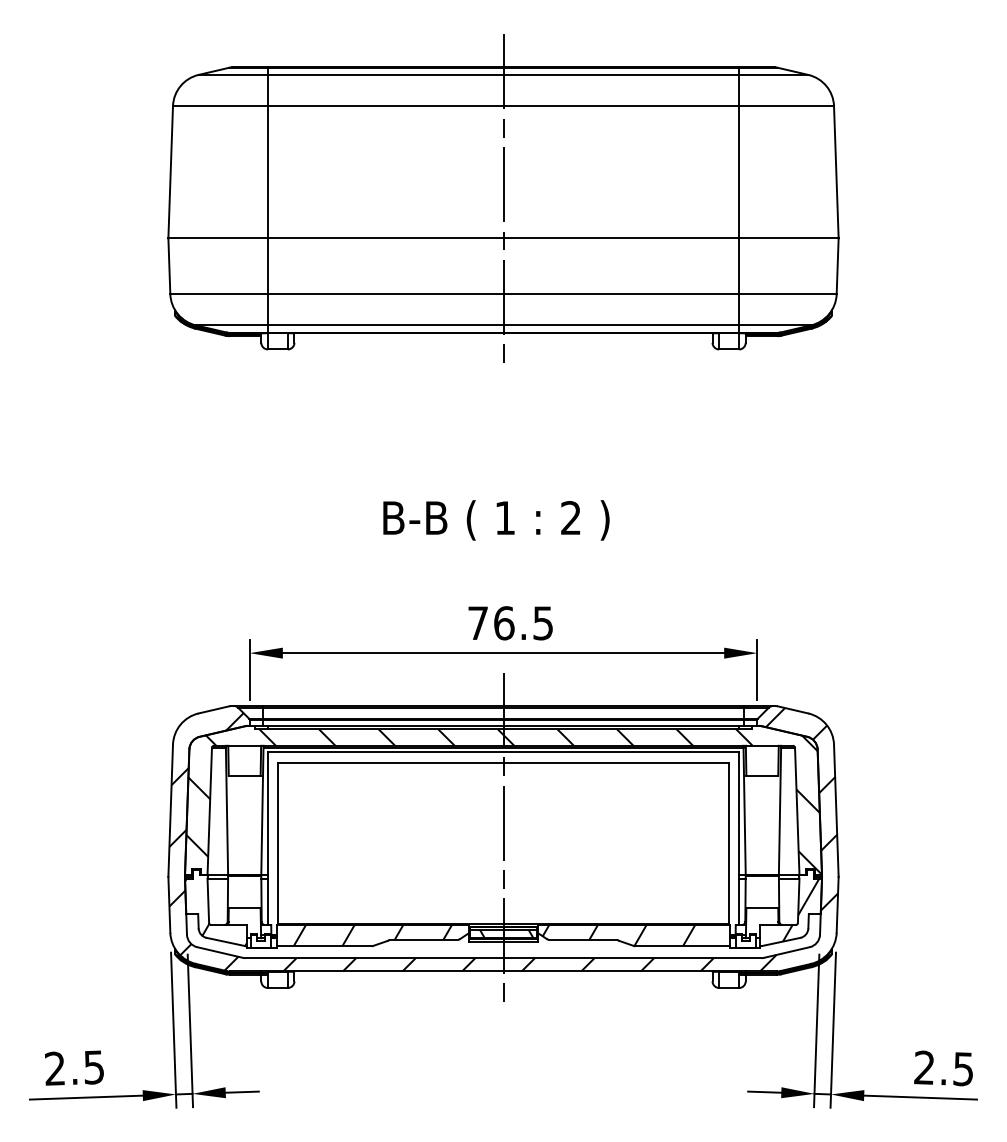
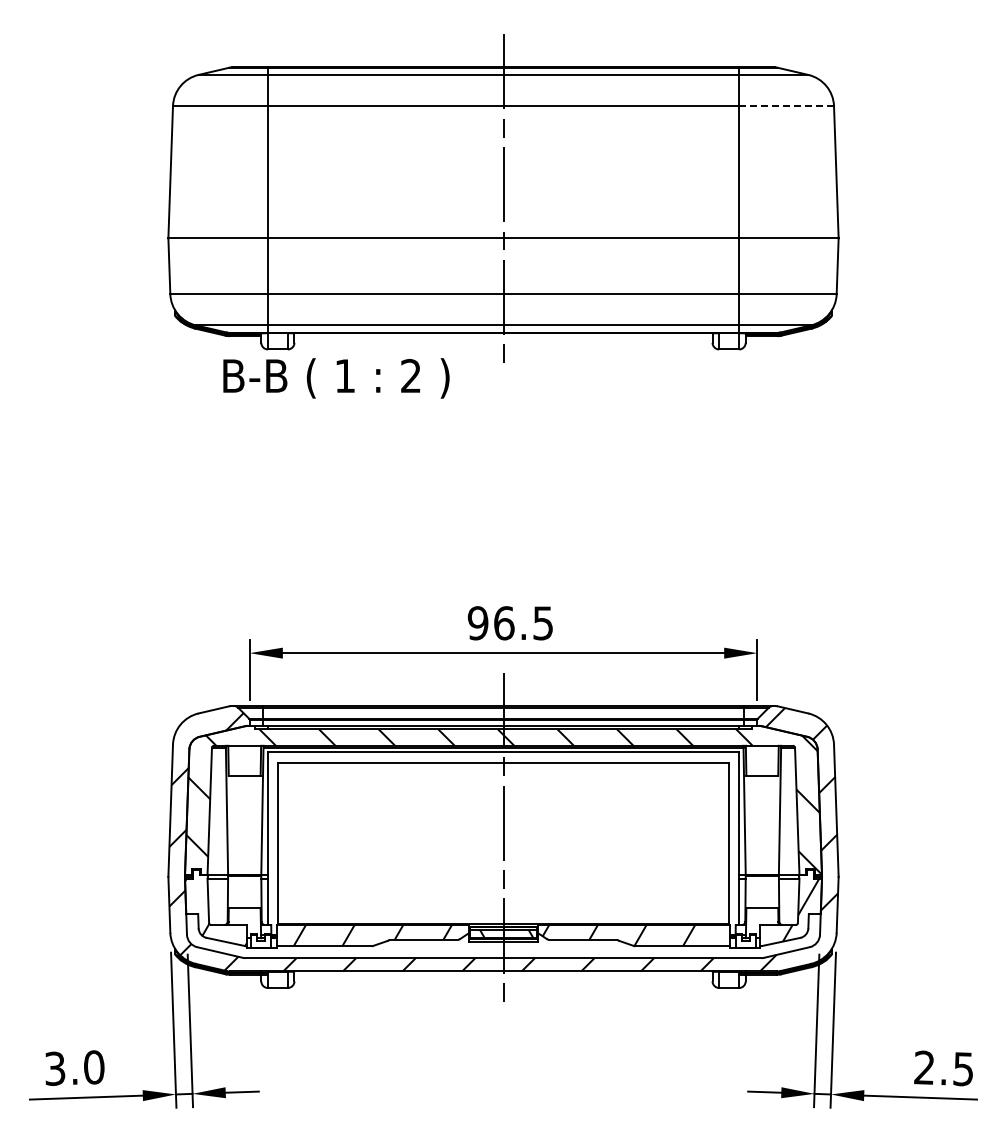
line at (786, 106): solid -> dashed
text at (496, 520) position: (496, 520) -> (336, 378)
text at (477, 623): 76.5 -> 96.5
text at (74, 1067): 2.5 -> 3.0
